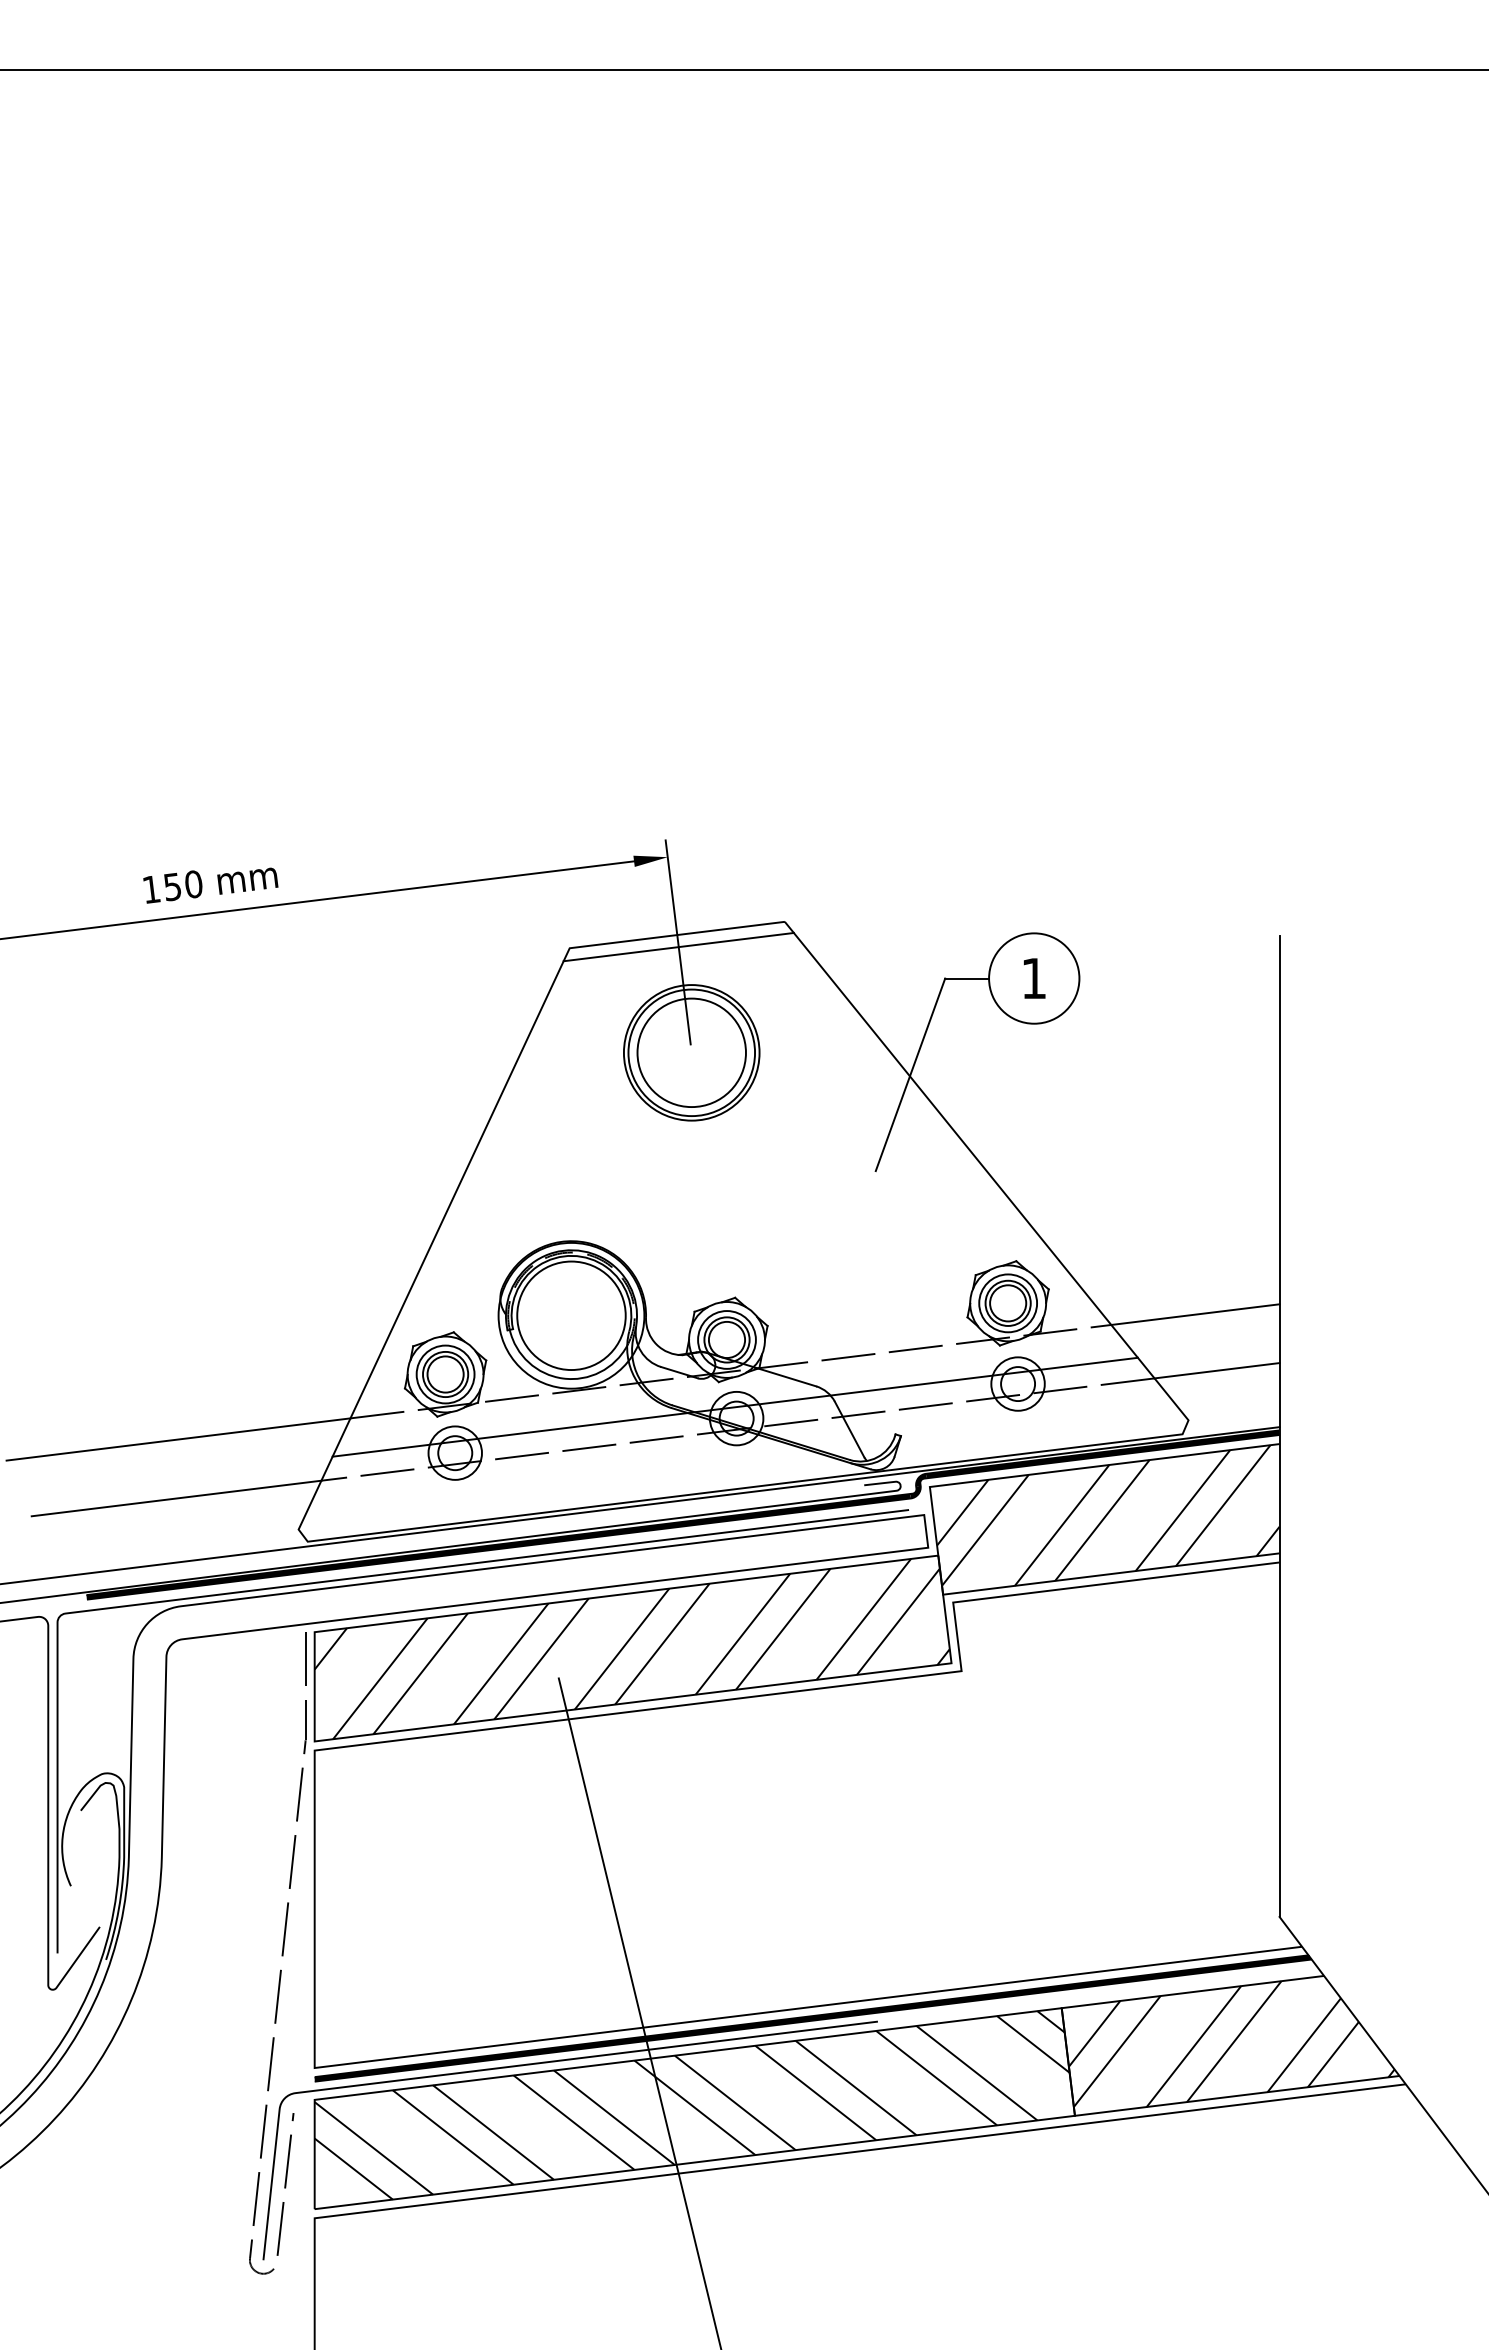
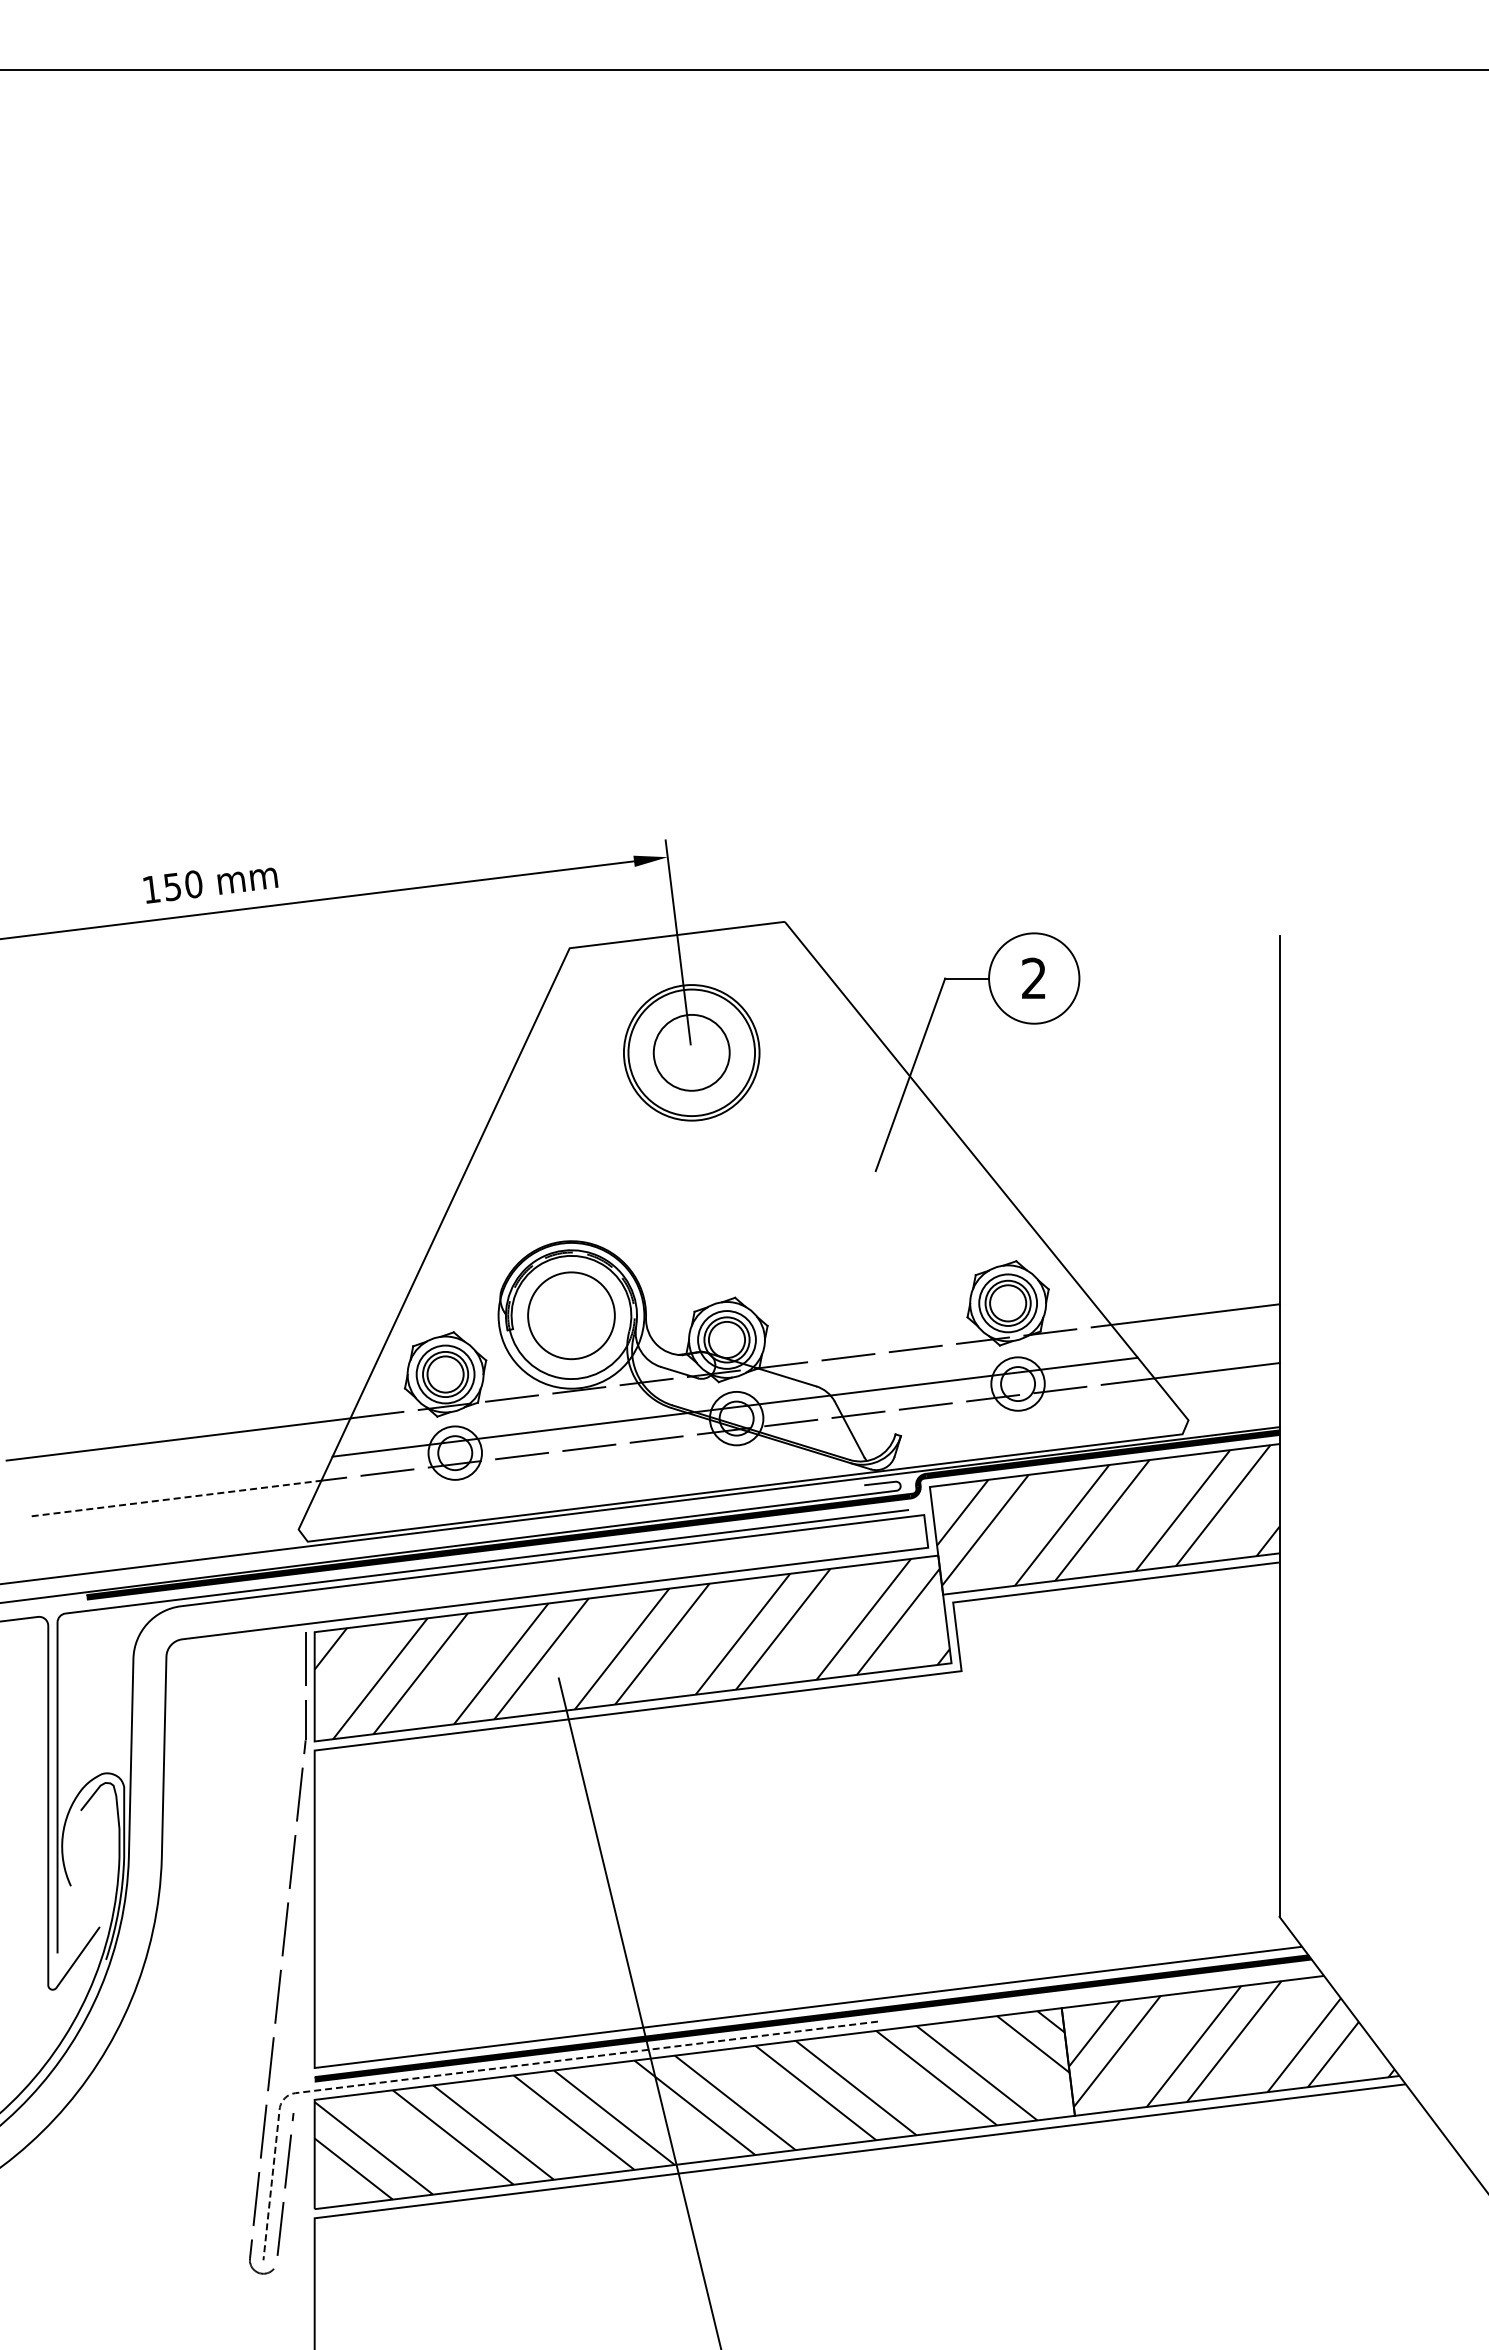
line at (678, 946): present -> none
text at (1033, 977): 1 -> 2
circle at (691, 1052) diameter: 108 px -> 76 px
circle at (571, 1315) diameter: 108 px -> 87 px
line at (176, 1498): solid -> dashed
line at (492, 2068): solid -> dashed
